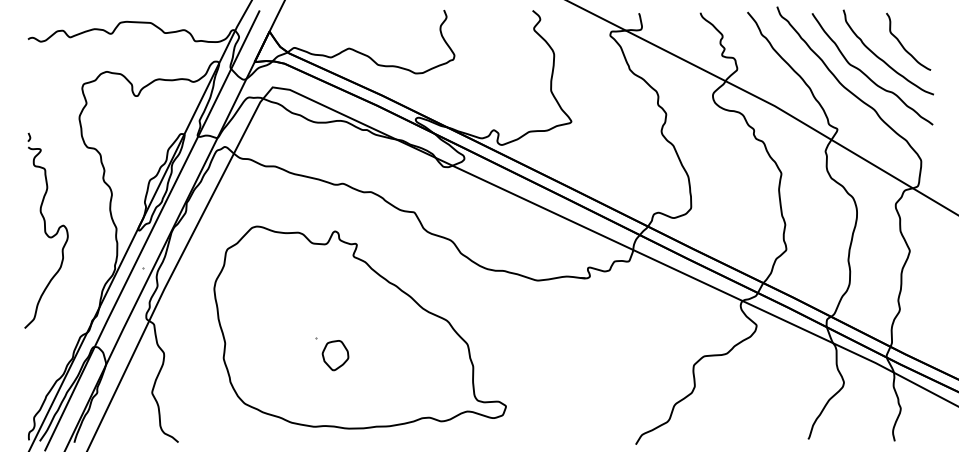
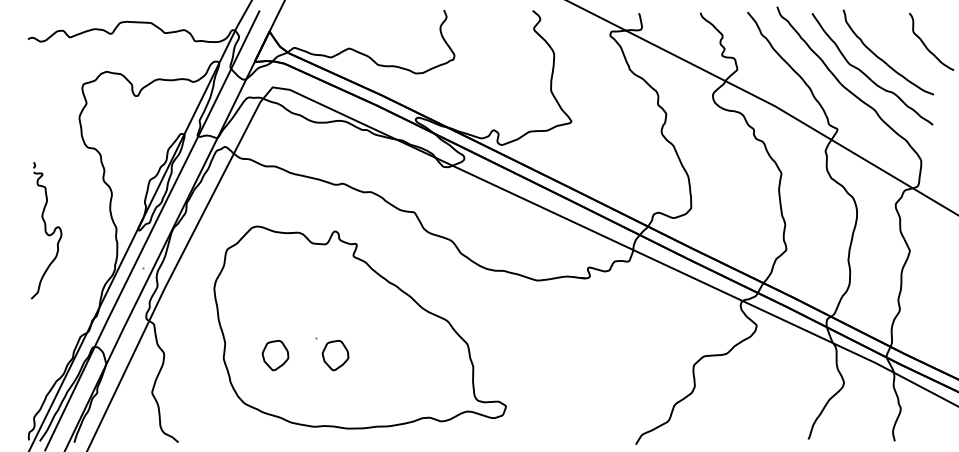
curve at (903, 45) position: (903, 45) -> (926, 45)
part at (46, 230) size: 45x197 px -> 33x138 px
part at (275, 355): none -> present
